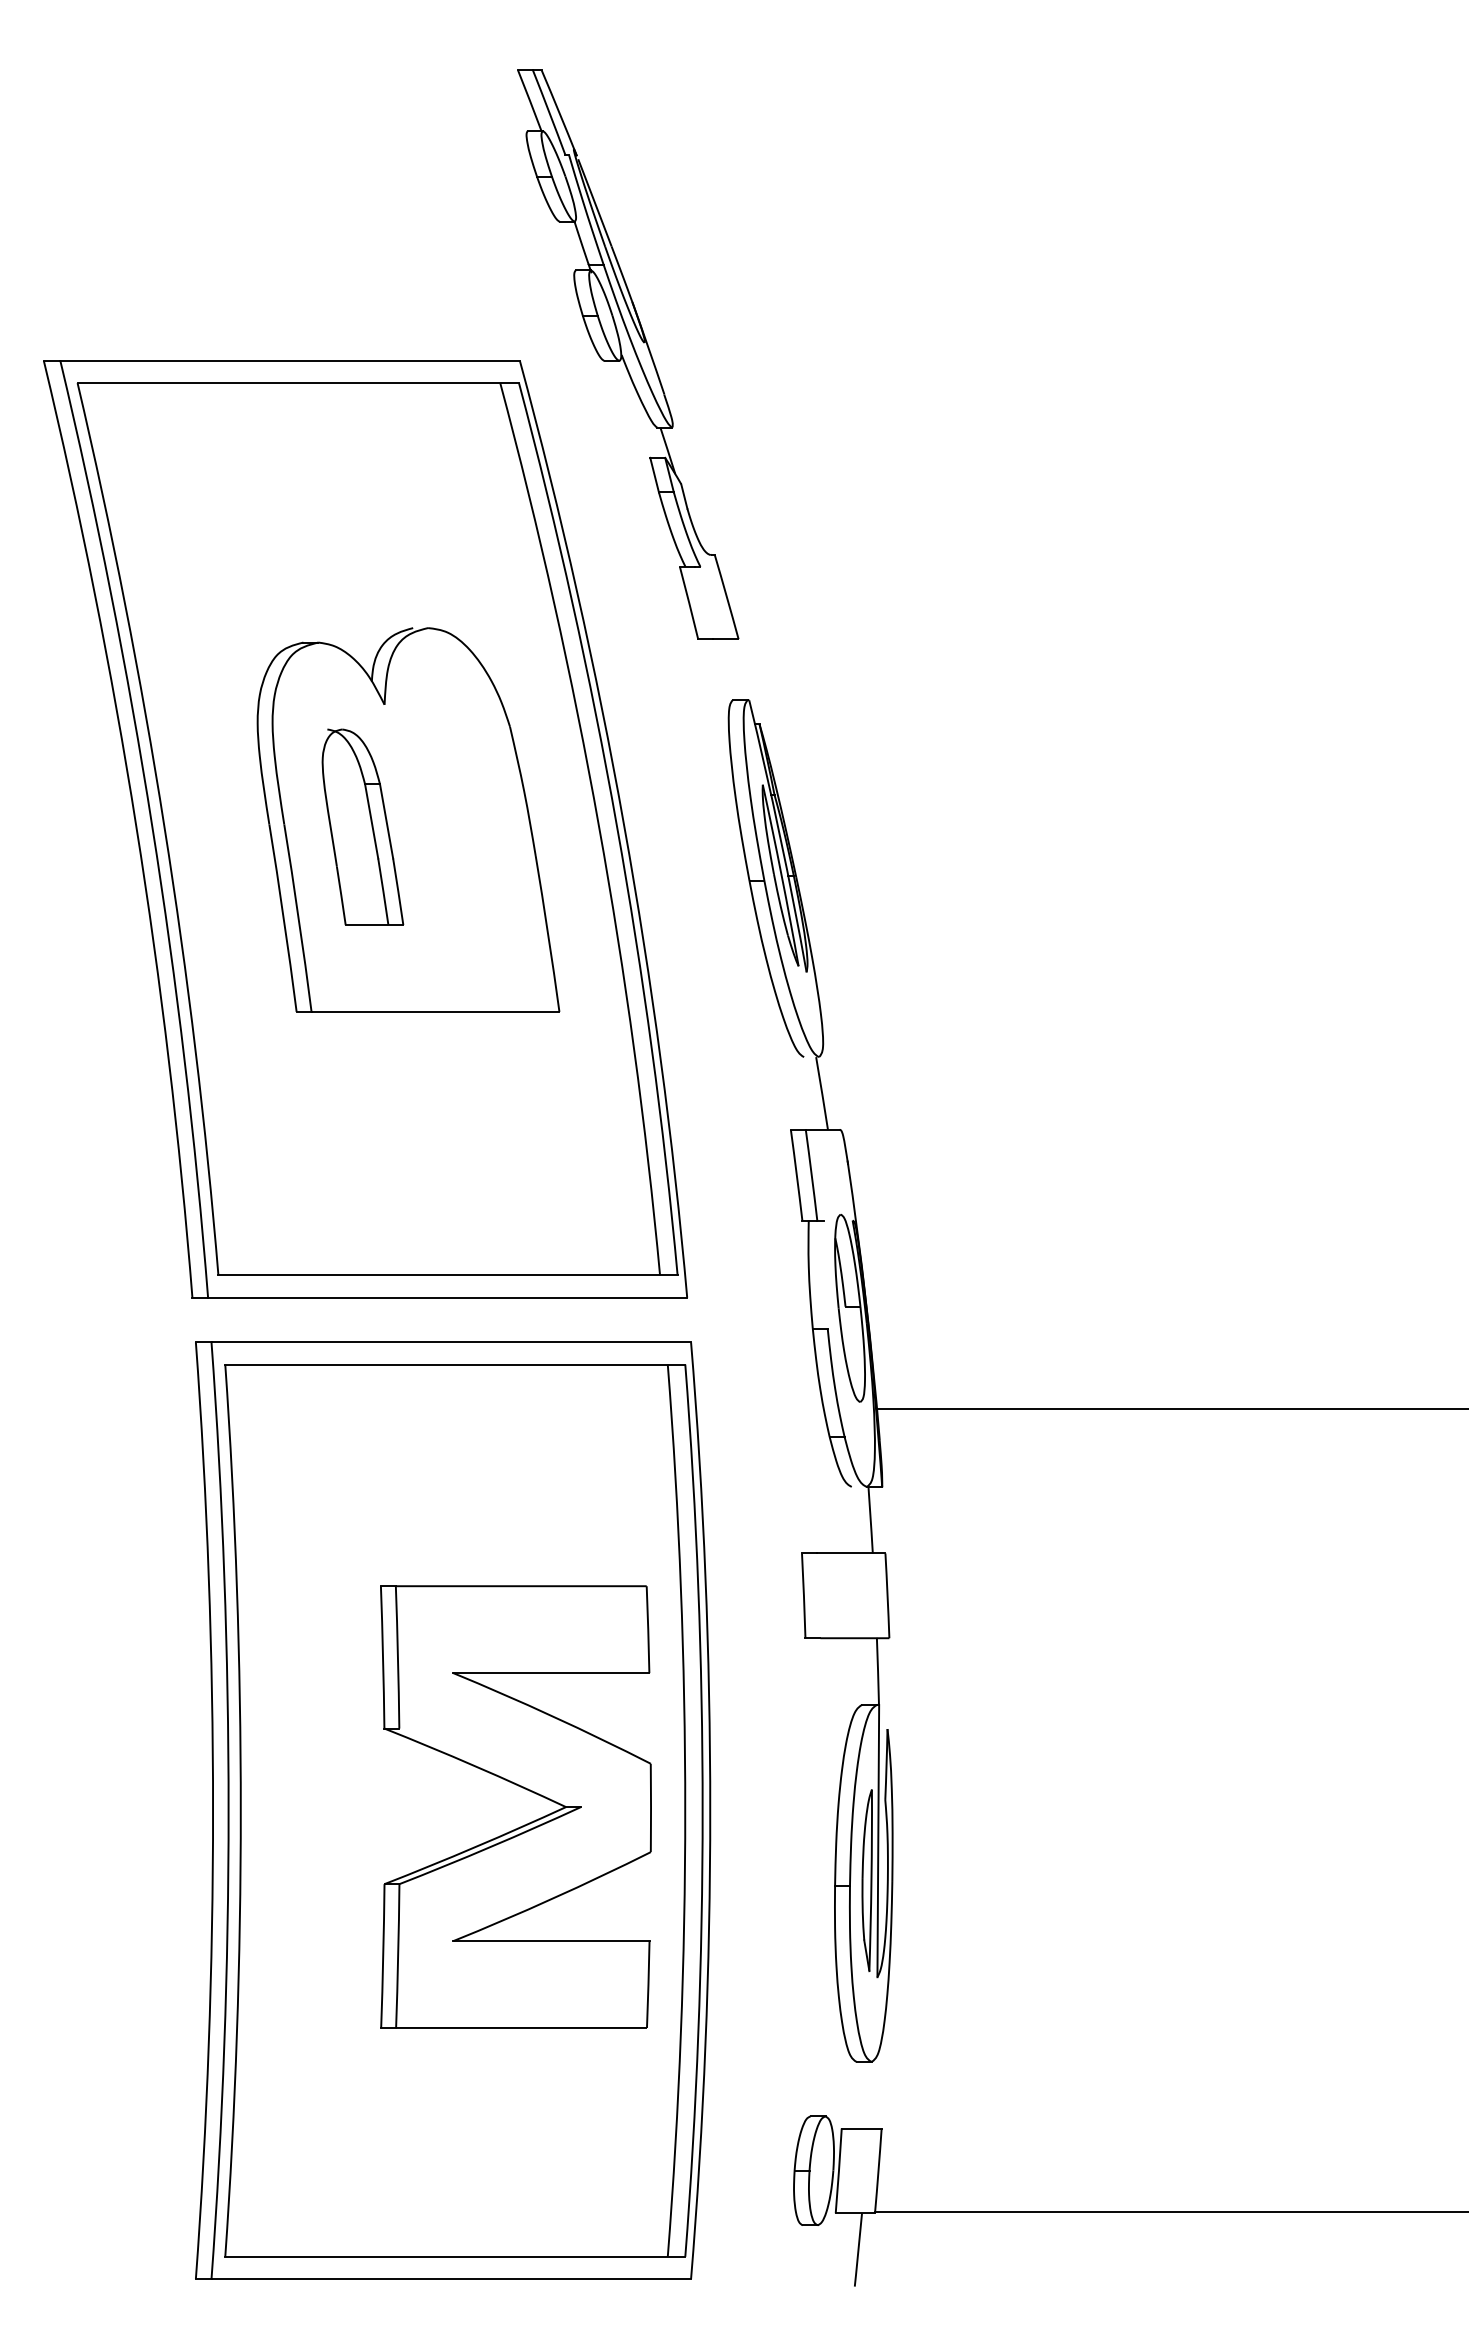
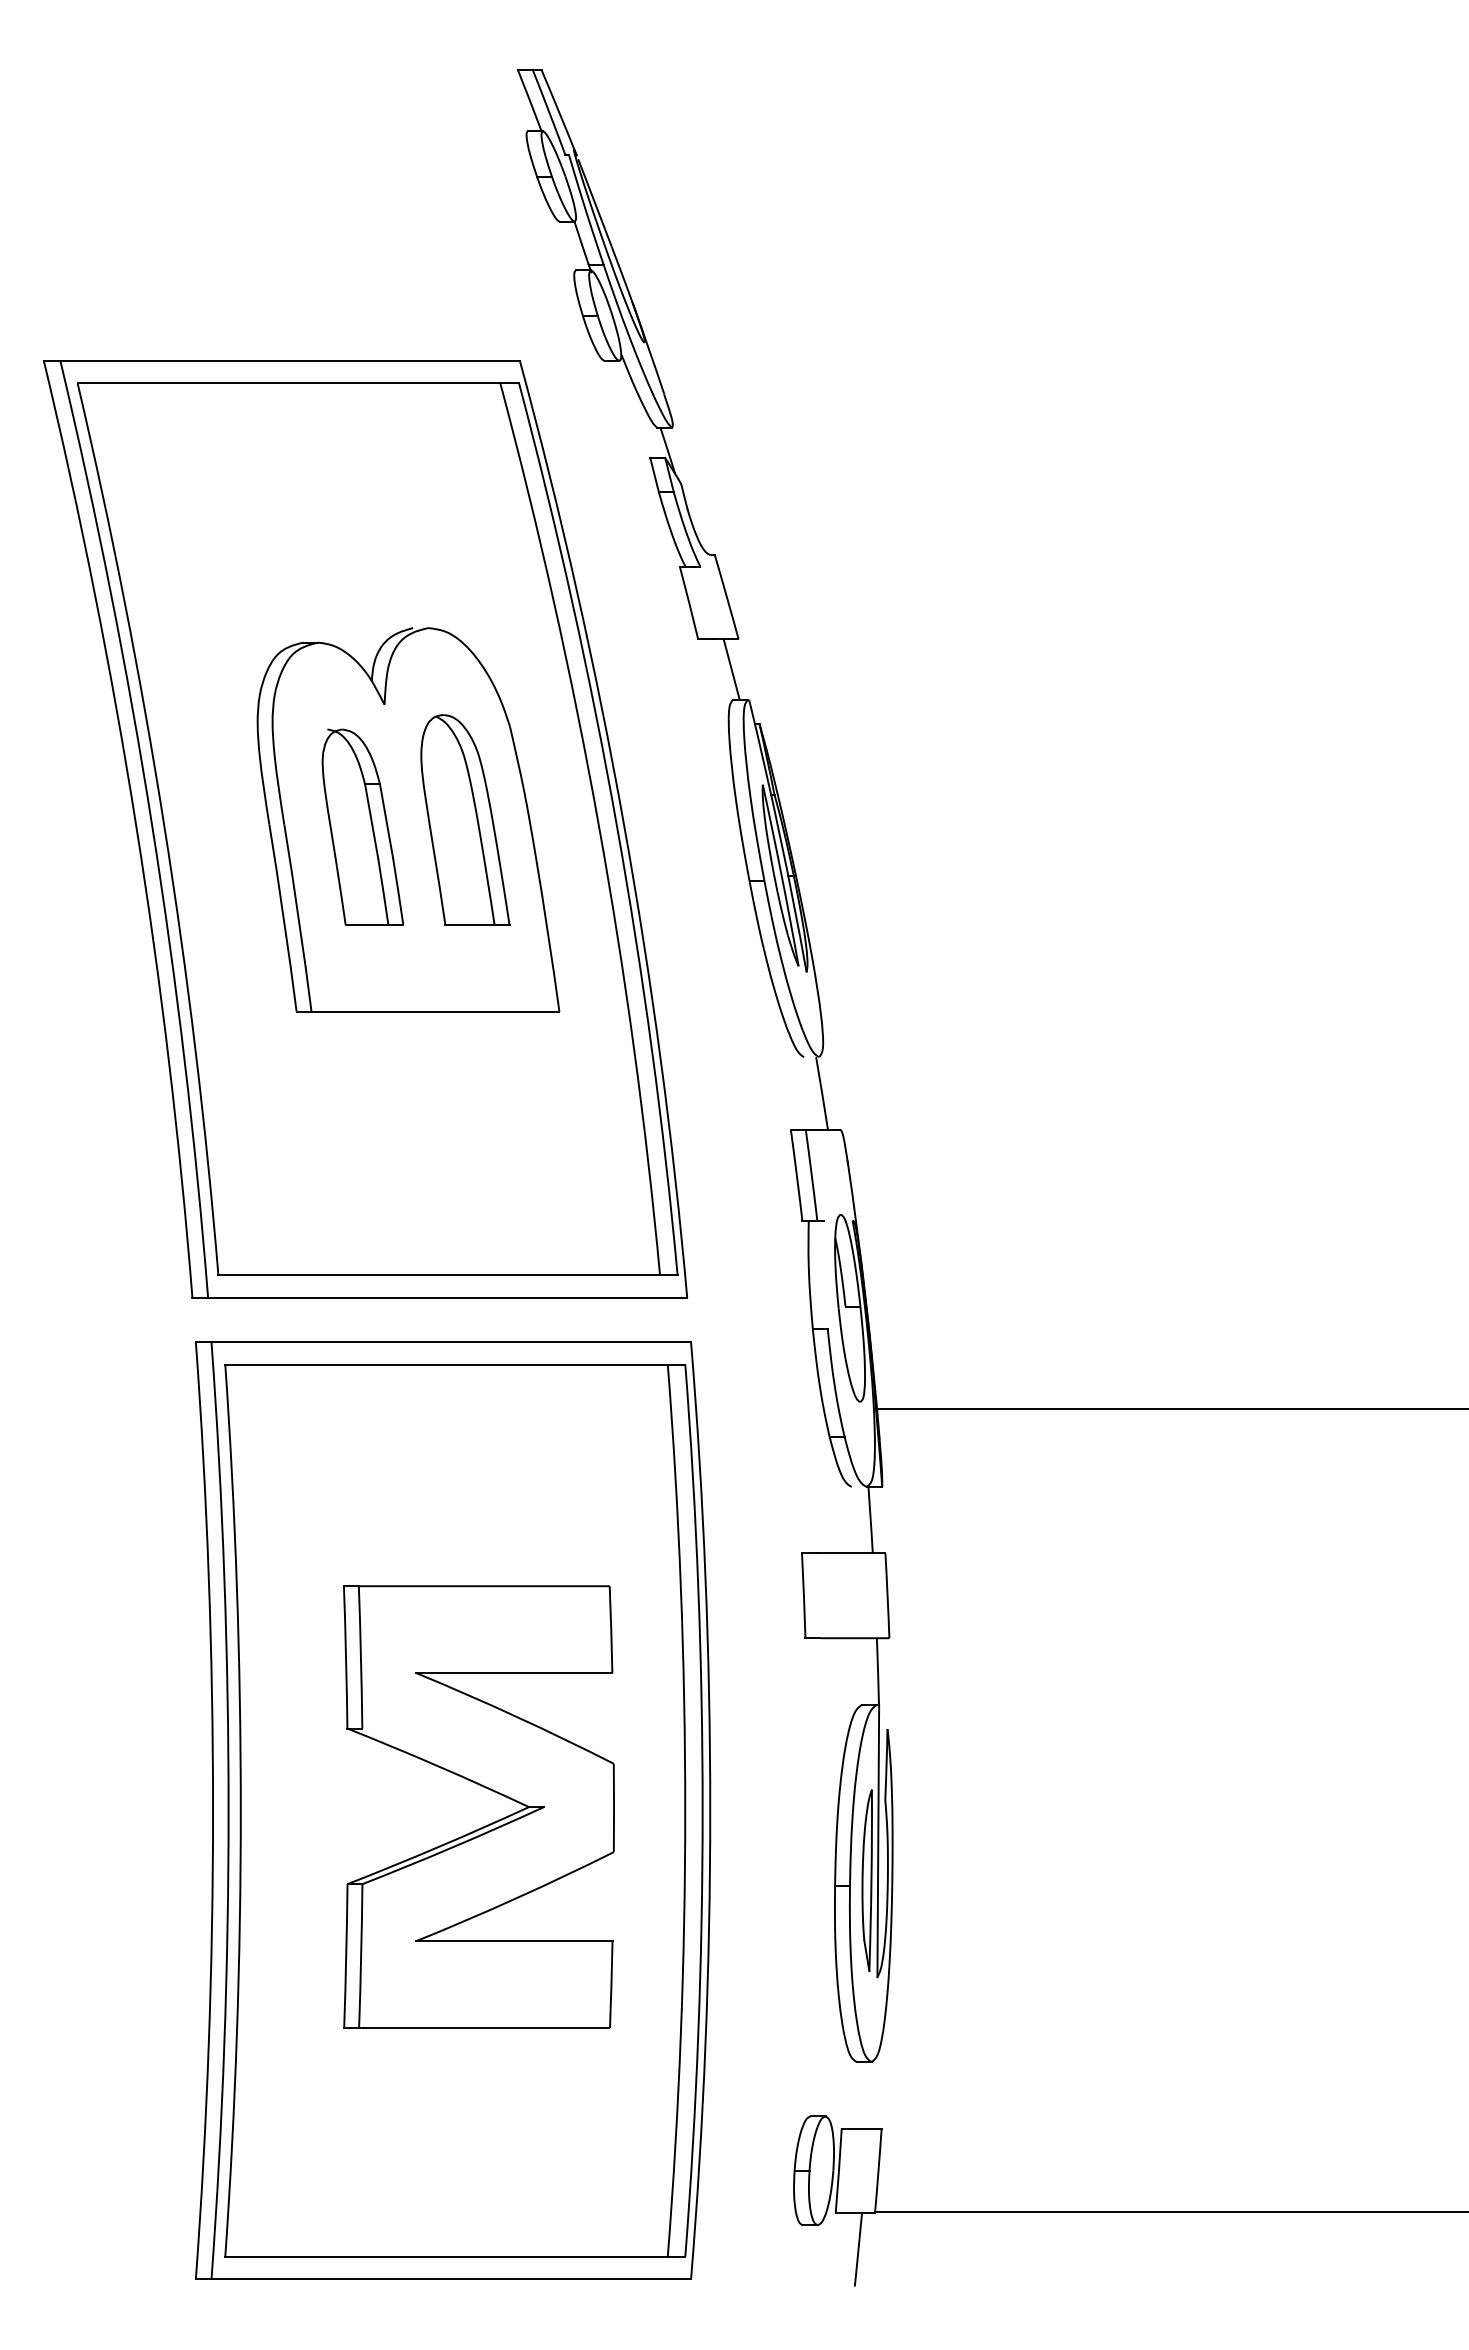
line at (731, 669): none -> present
part at (465, 819): none -> present
part at (524, 1789) position: (524, 1789) -> (487, 1789)
